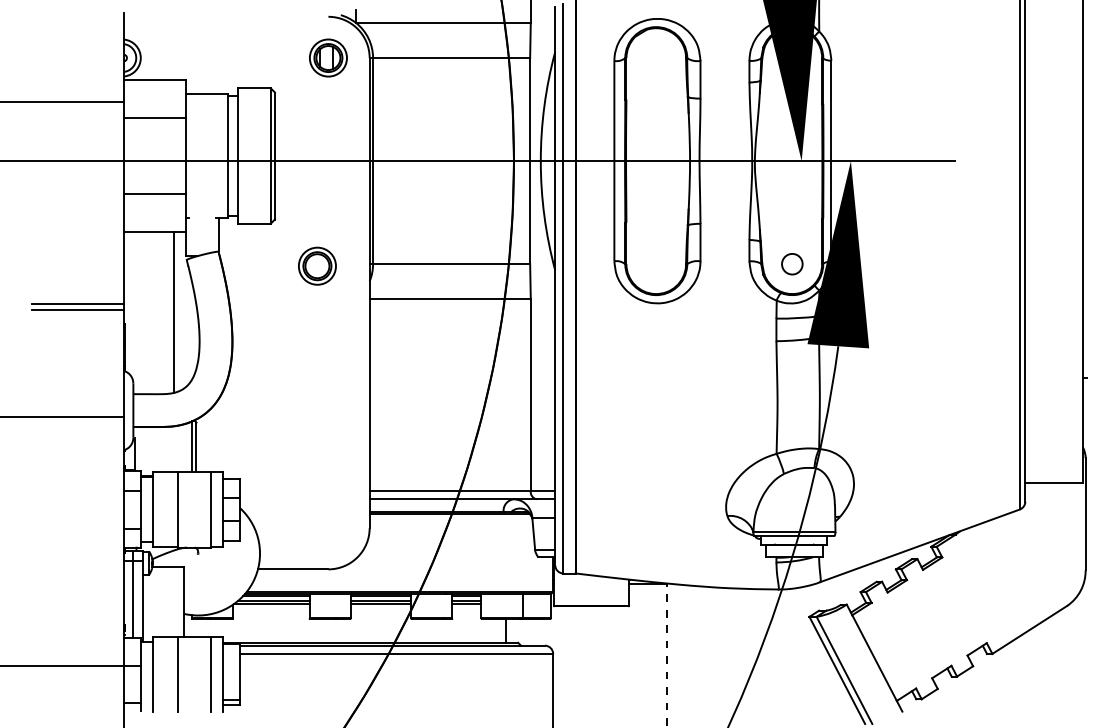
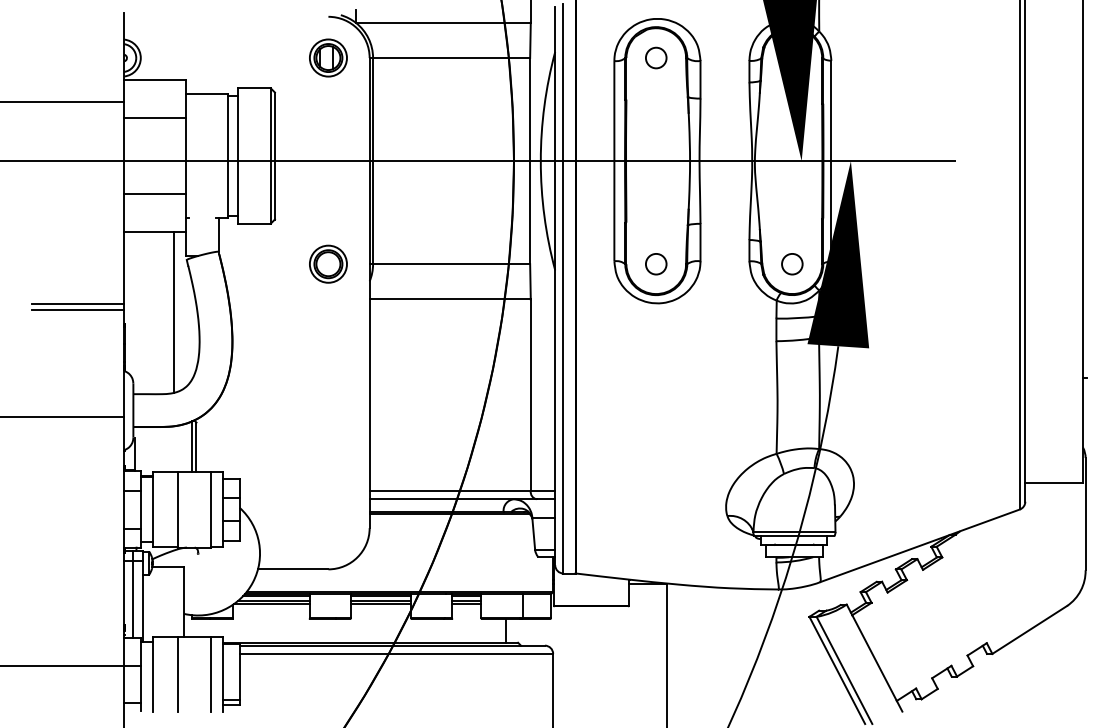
circle at (656, 57): none -> present
circle at (656, 264): none -> present
part at (317, 265) position: (317, 265) -> (328, 263)
line at (666, 655): dashed -> solid
